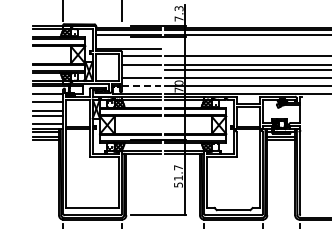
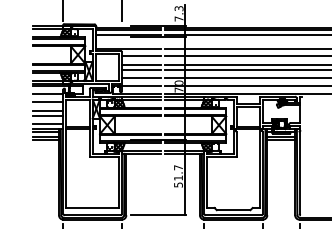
line at (246, 48): none -> present
line at (140, 69): none -> present
line at (141, 85): dashed -> solid
